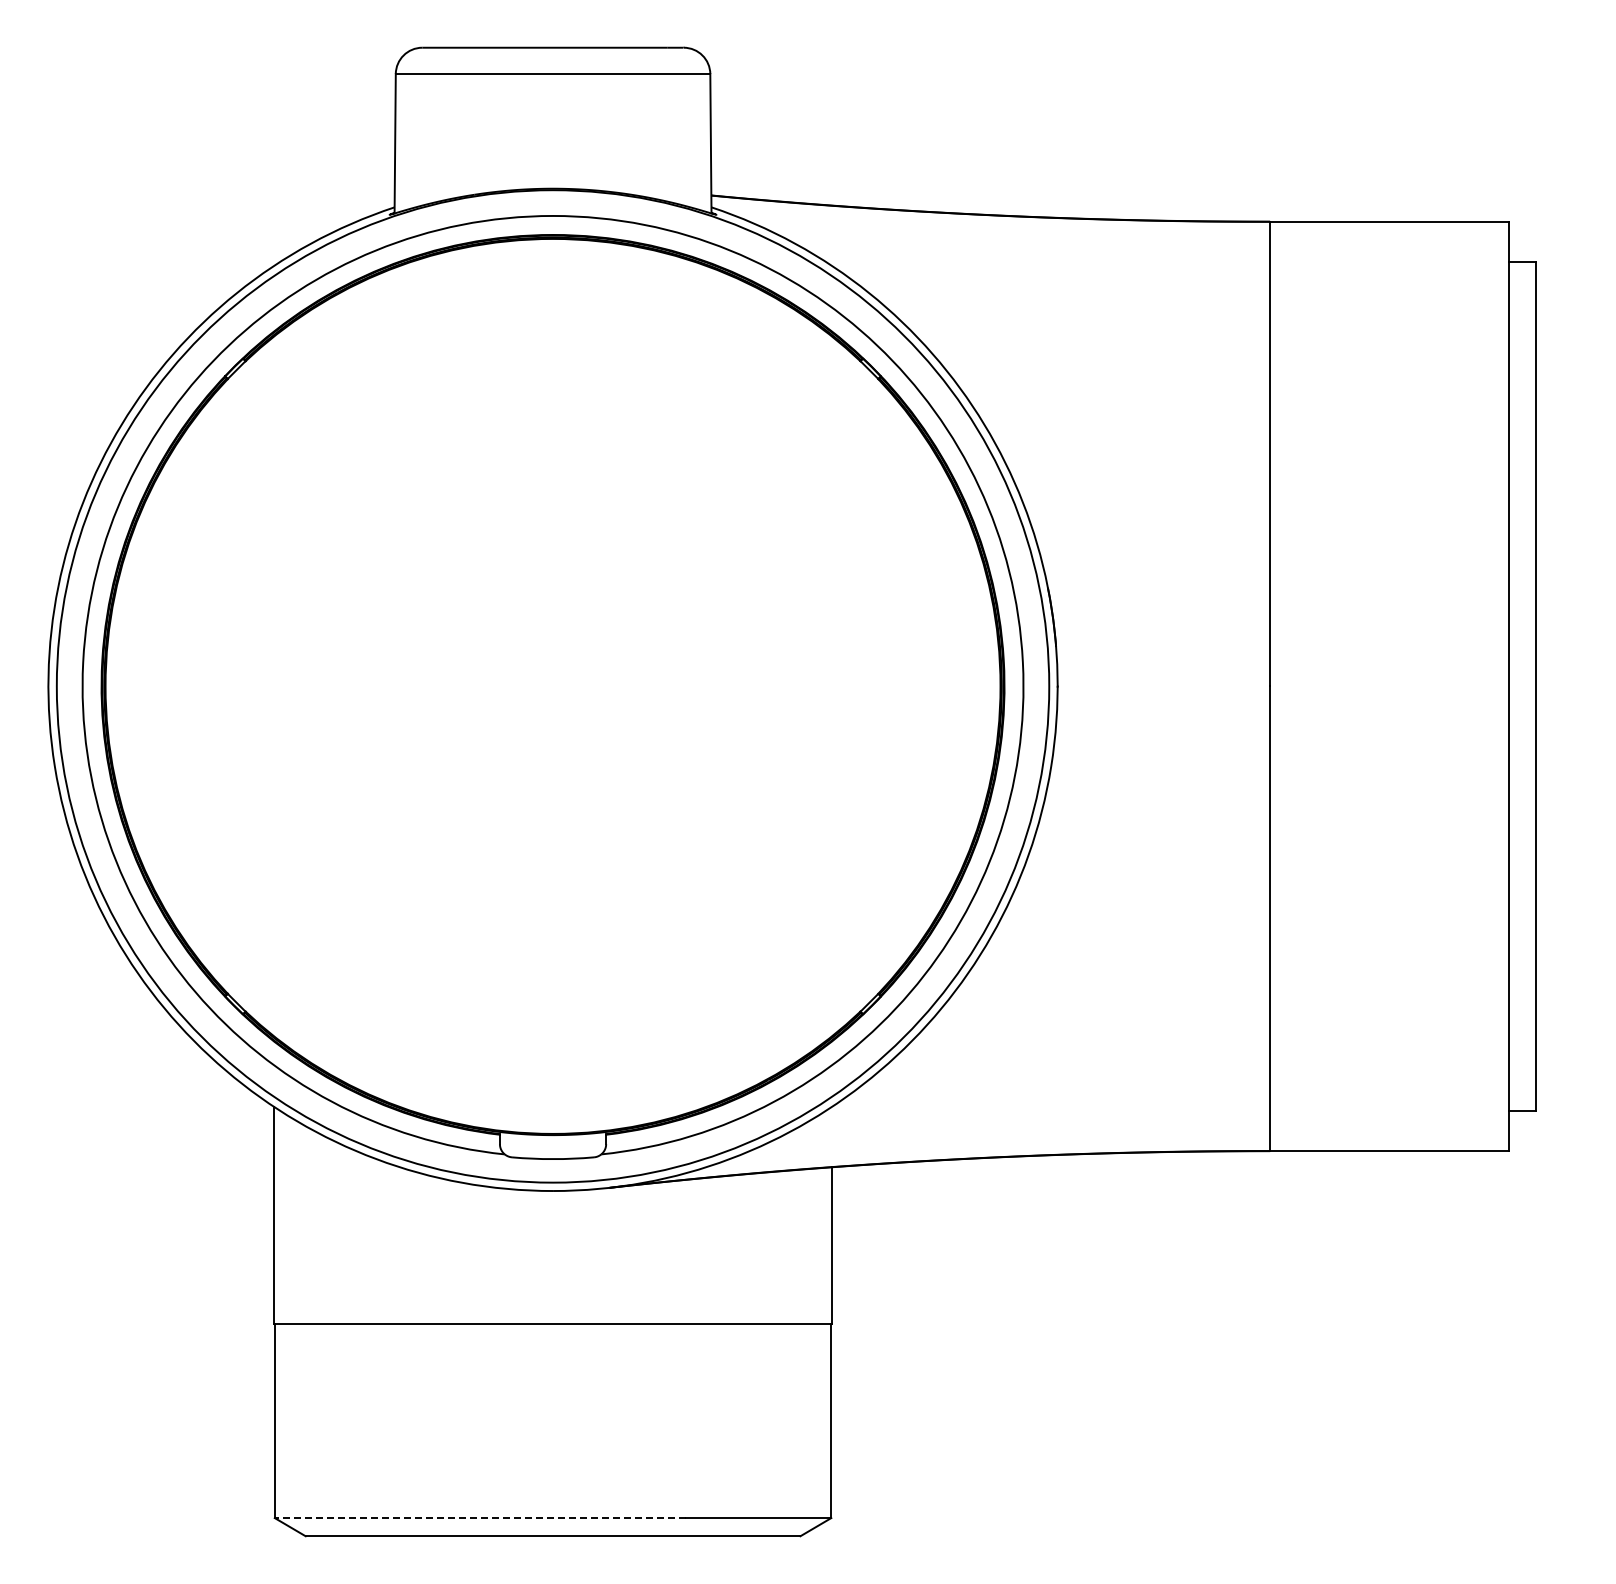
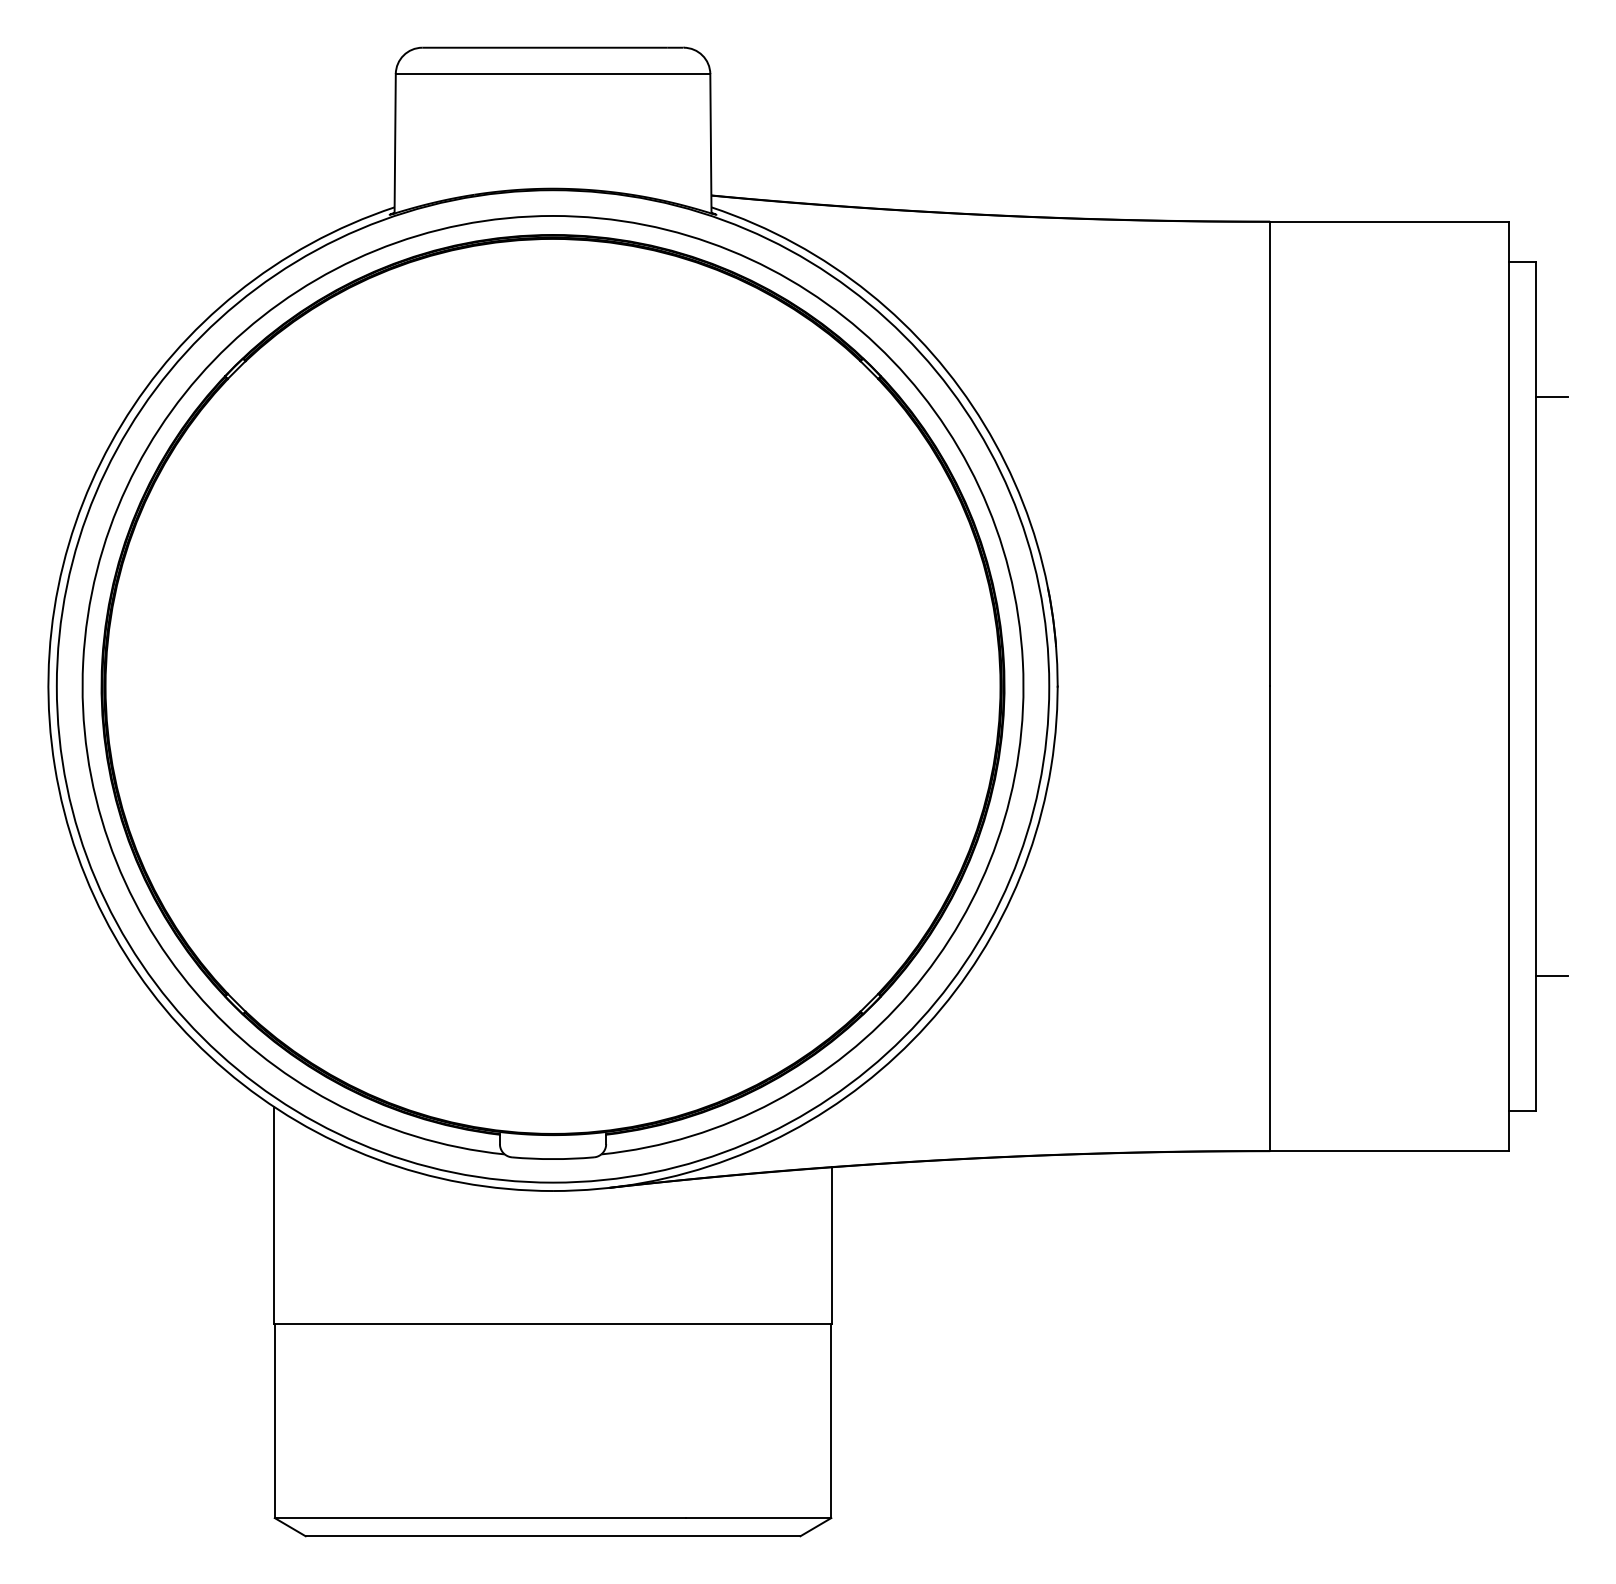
line at (1551, 396): none -> present
line at (1551, 975): none -> present
line at (480, 1518): dashed -> solid
